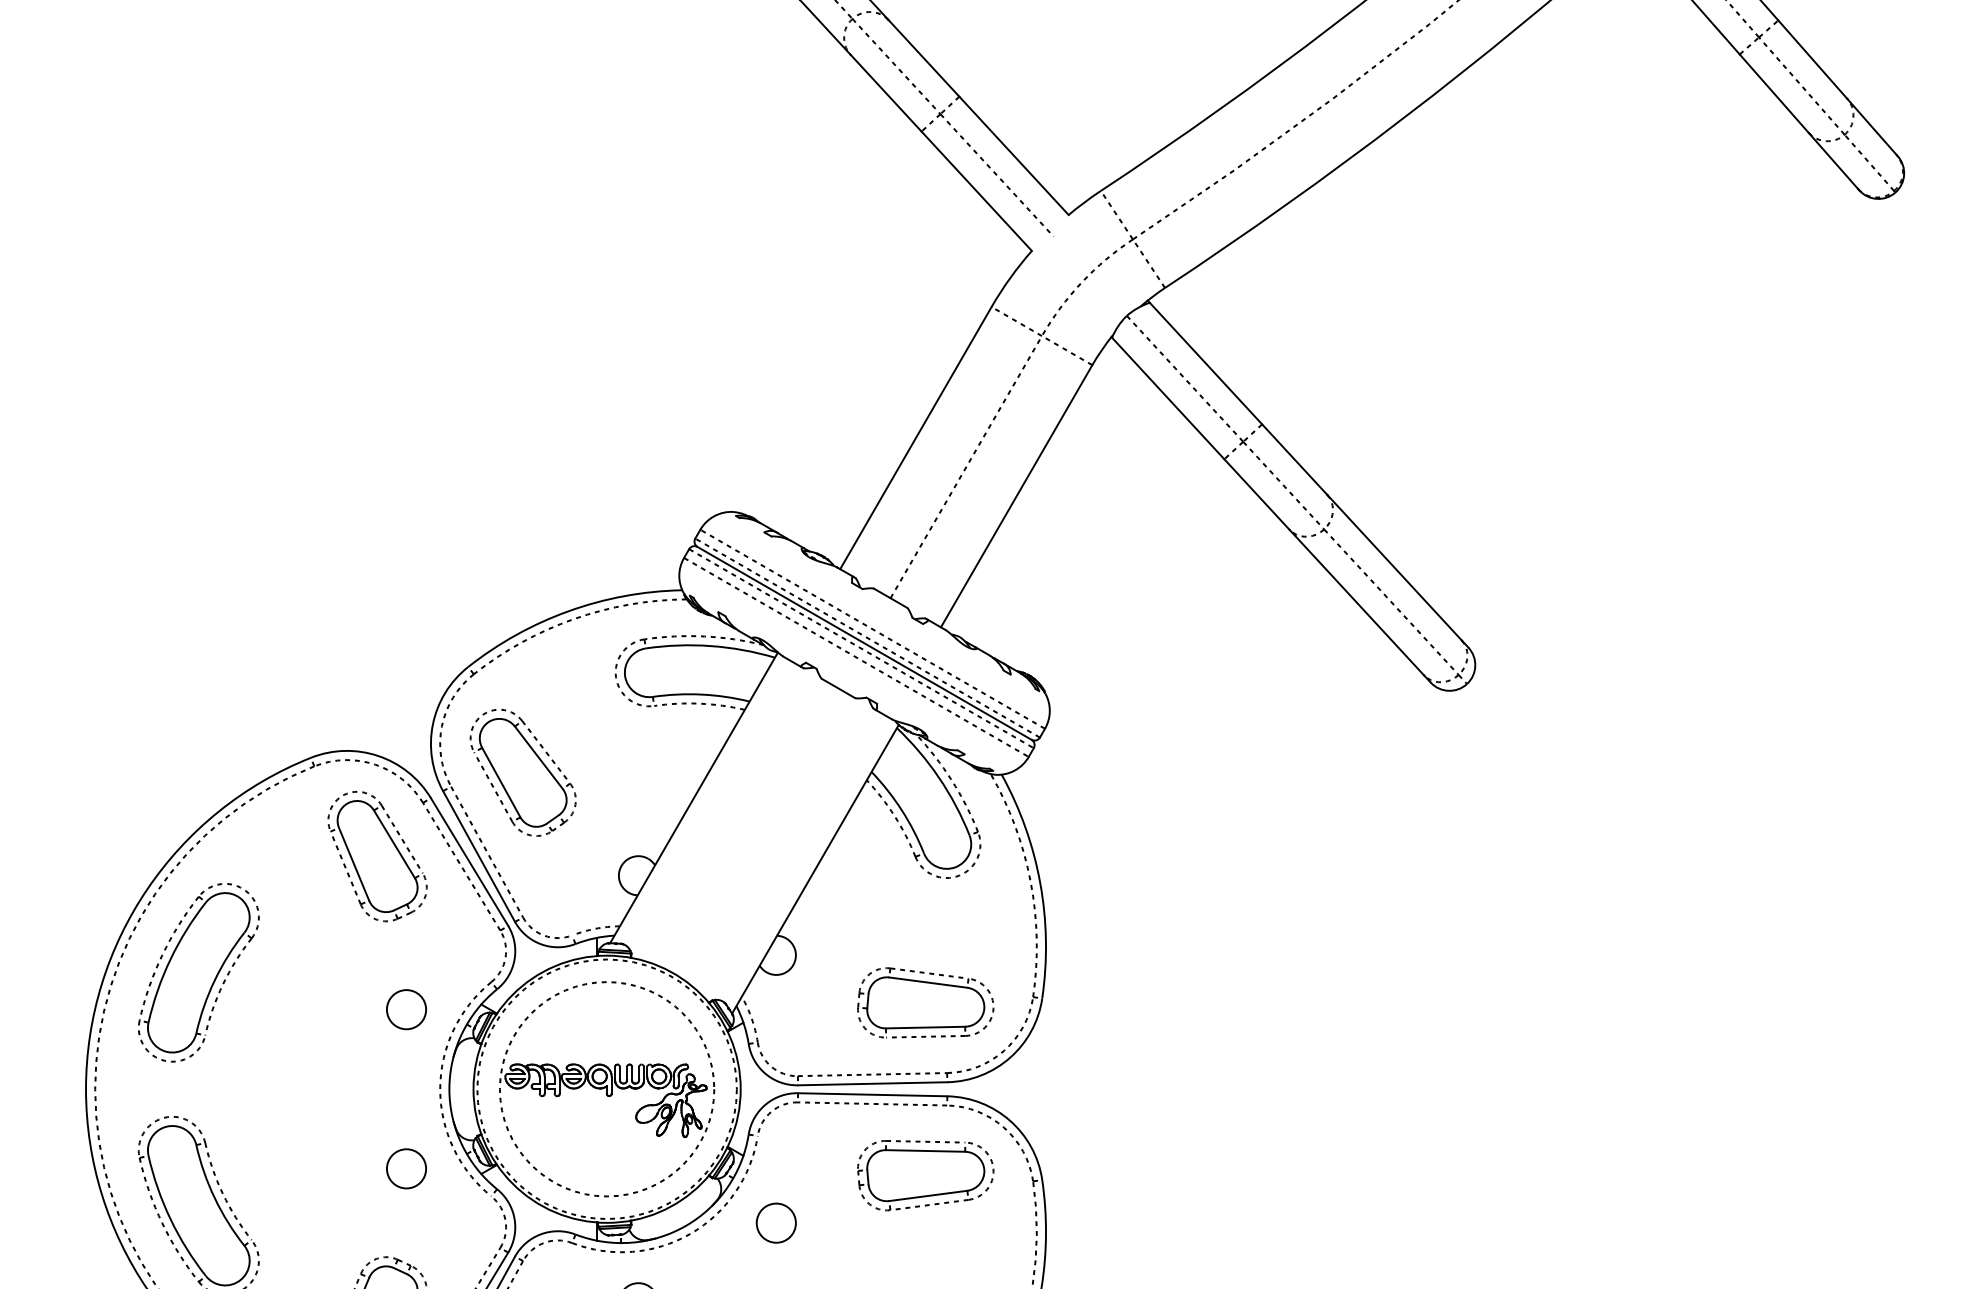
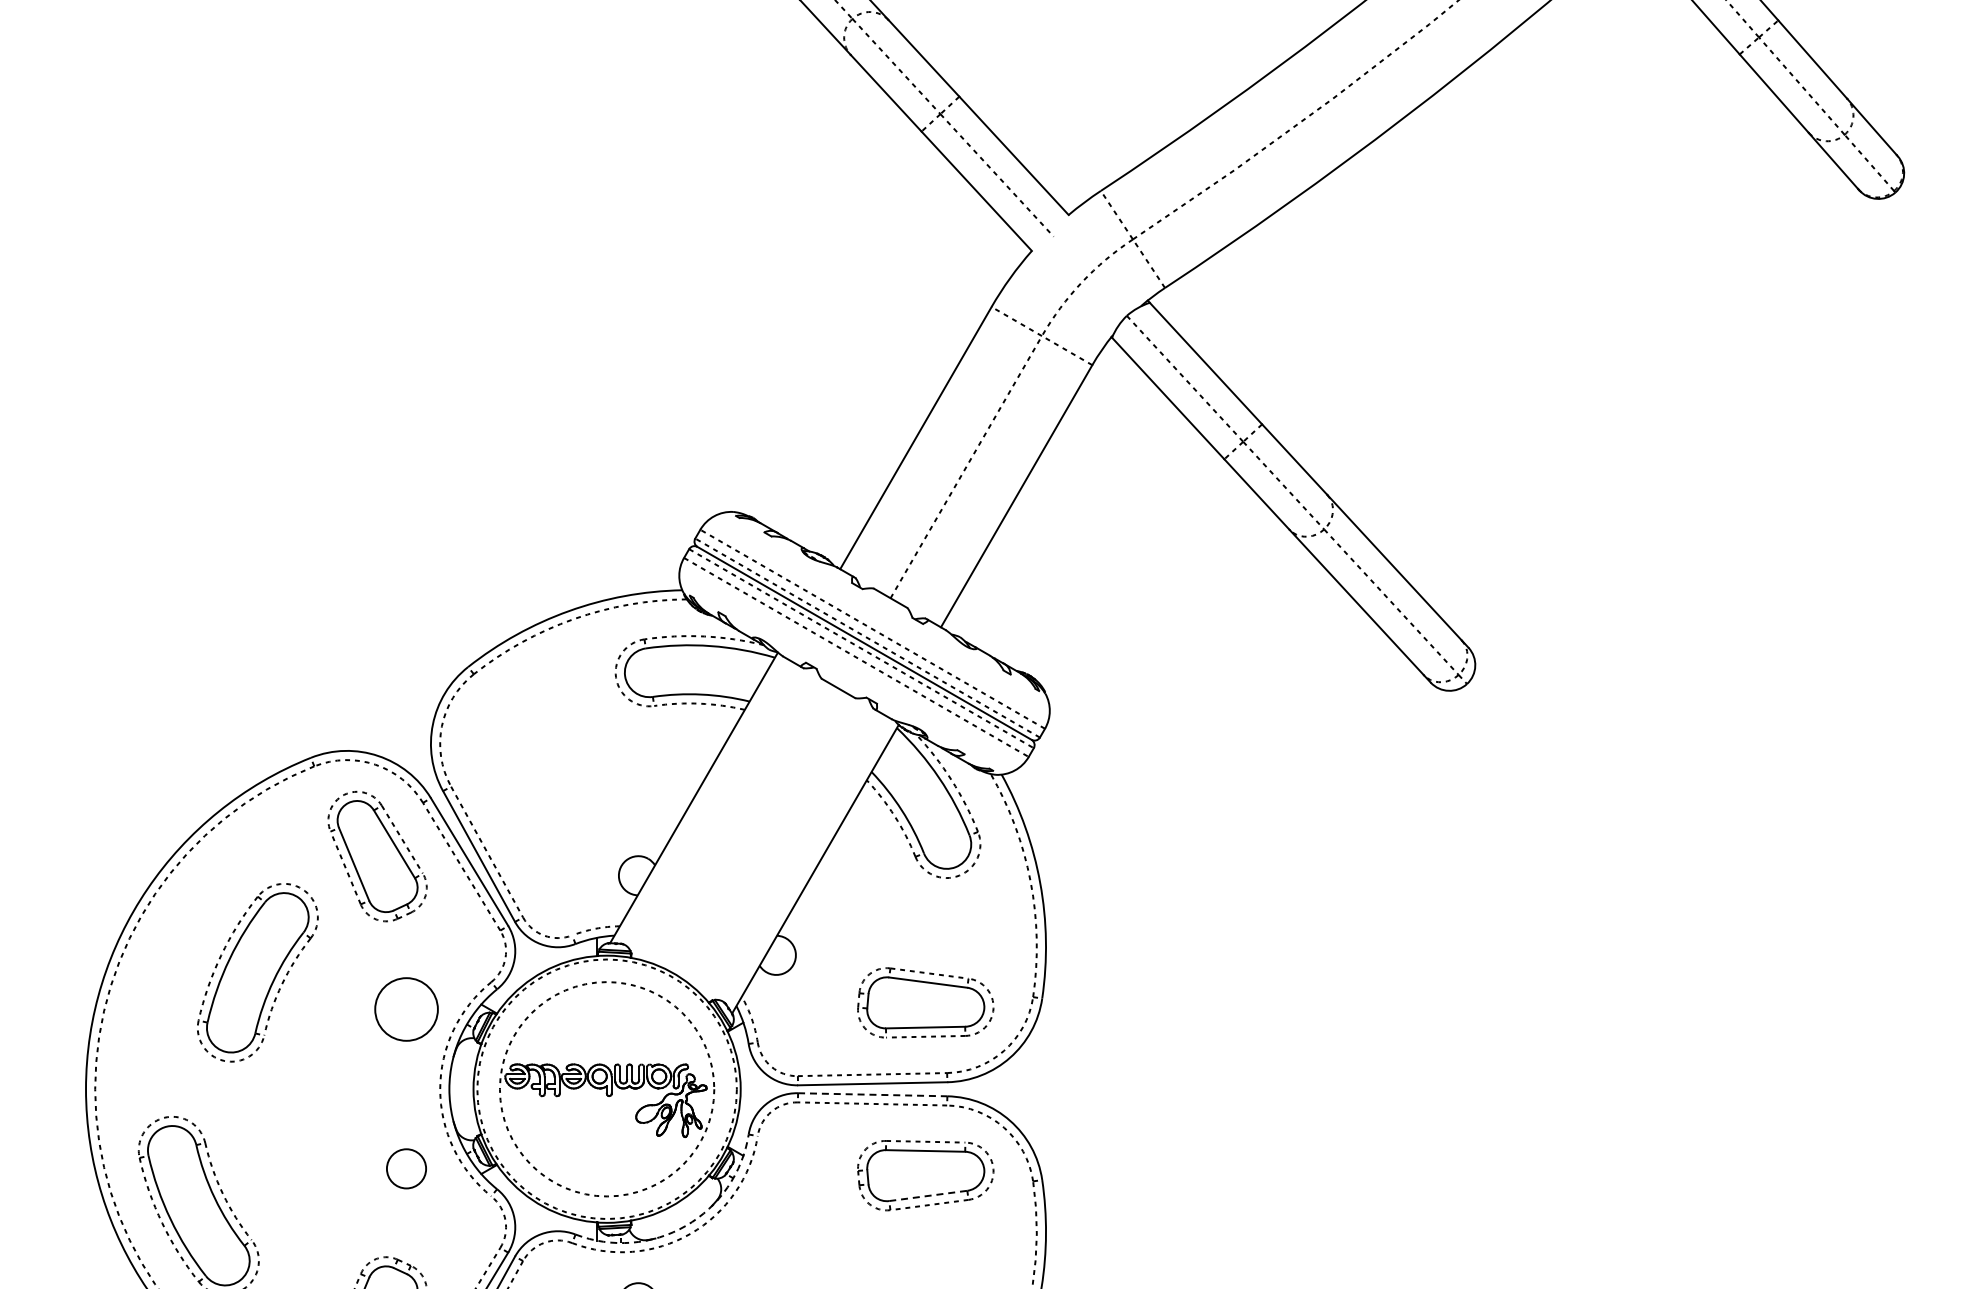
part at (522, 772): present -> none
part at (198, 972) position: (198, 972) -> (257, 972)
circle at (406, 1009) size: 41x42 px -> 65x65 px
line at (872, 1094): solid -> dashed
line at (928, 1195): solid -> dashed
circle at (775, 1222): present -> none
arc at (685, 1225): solid -> dashed
